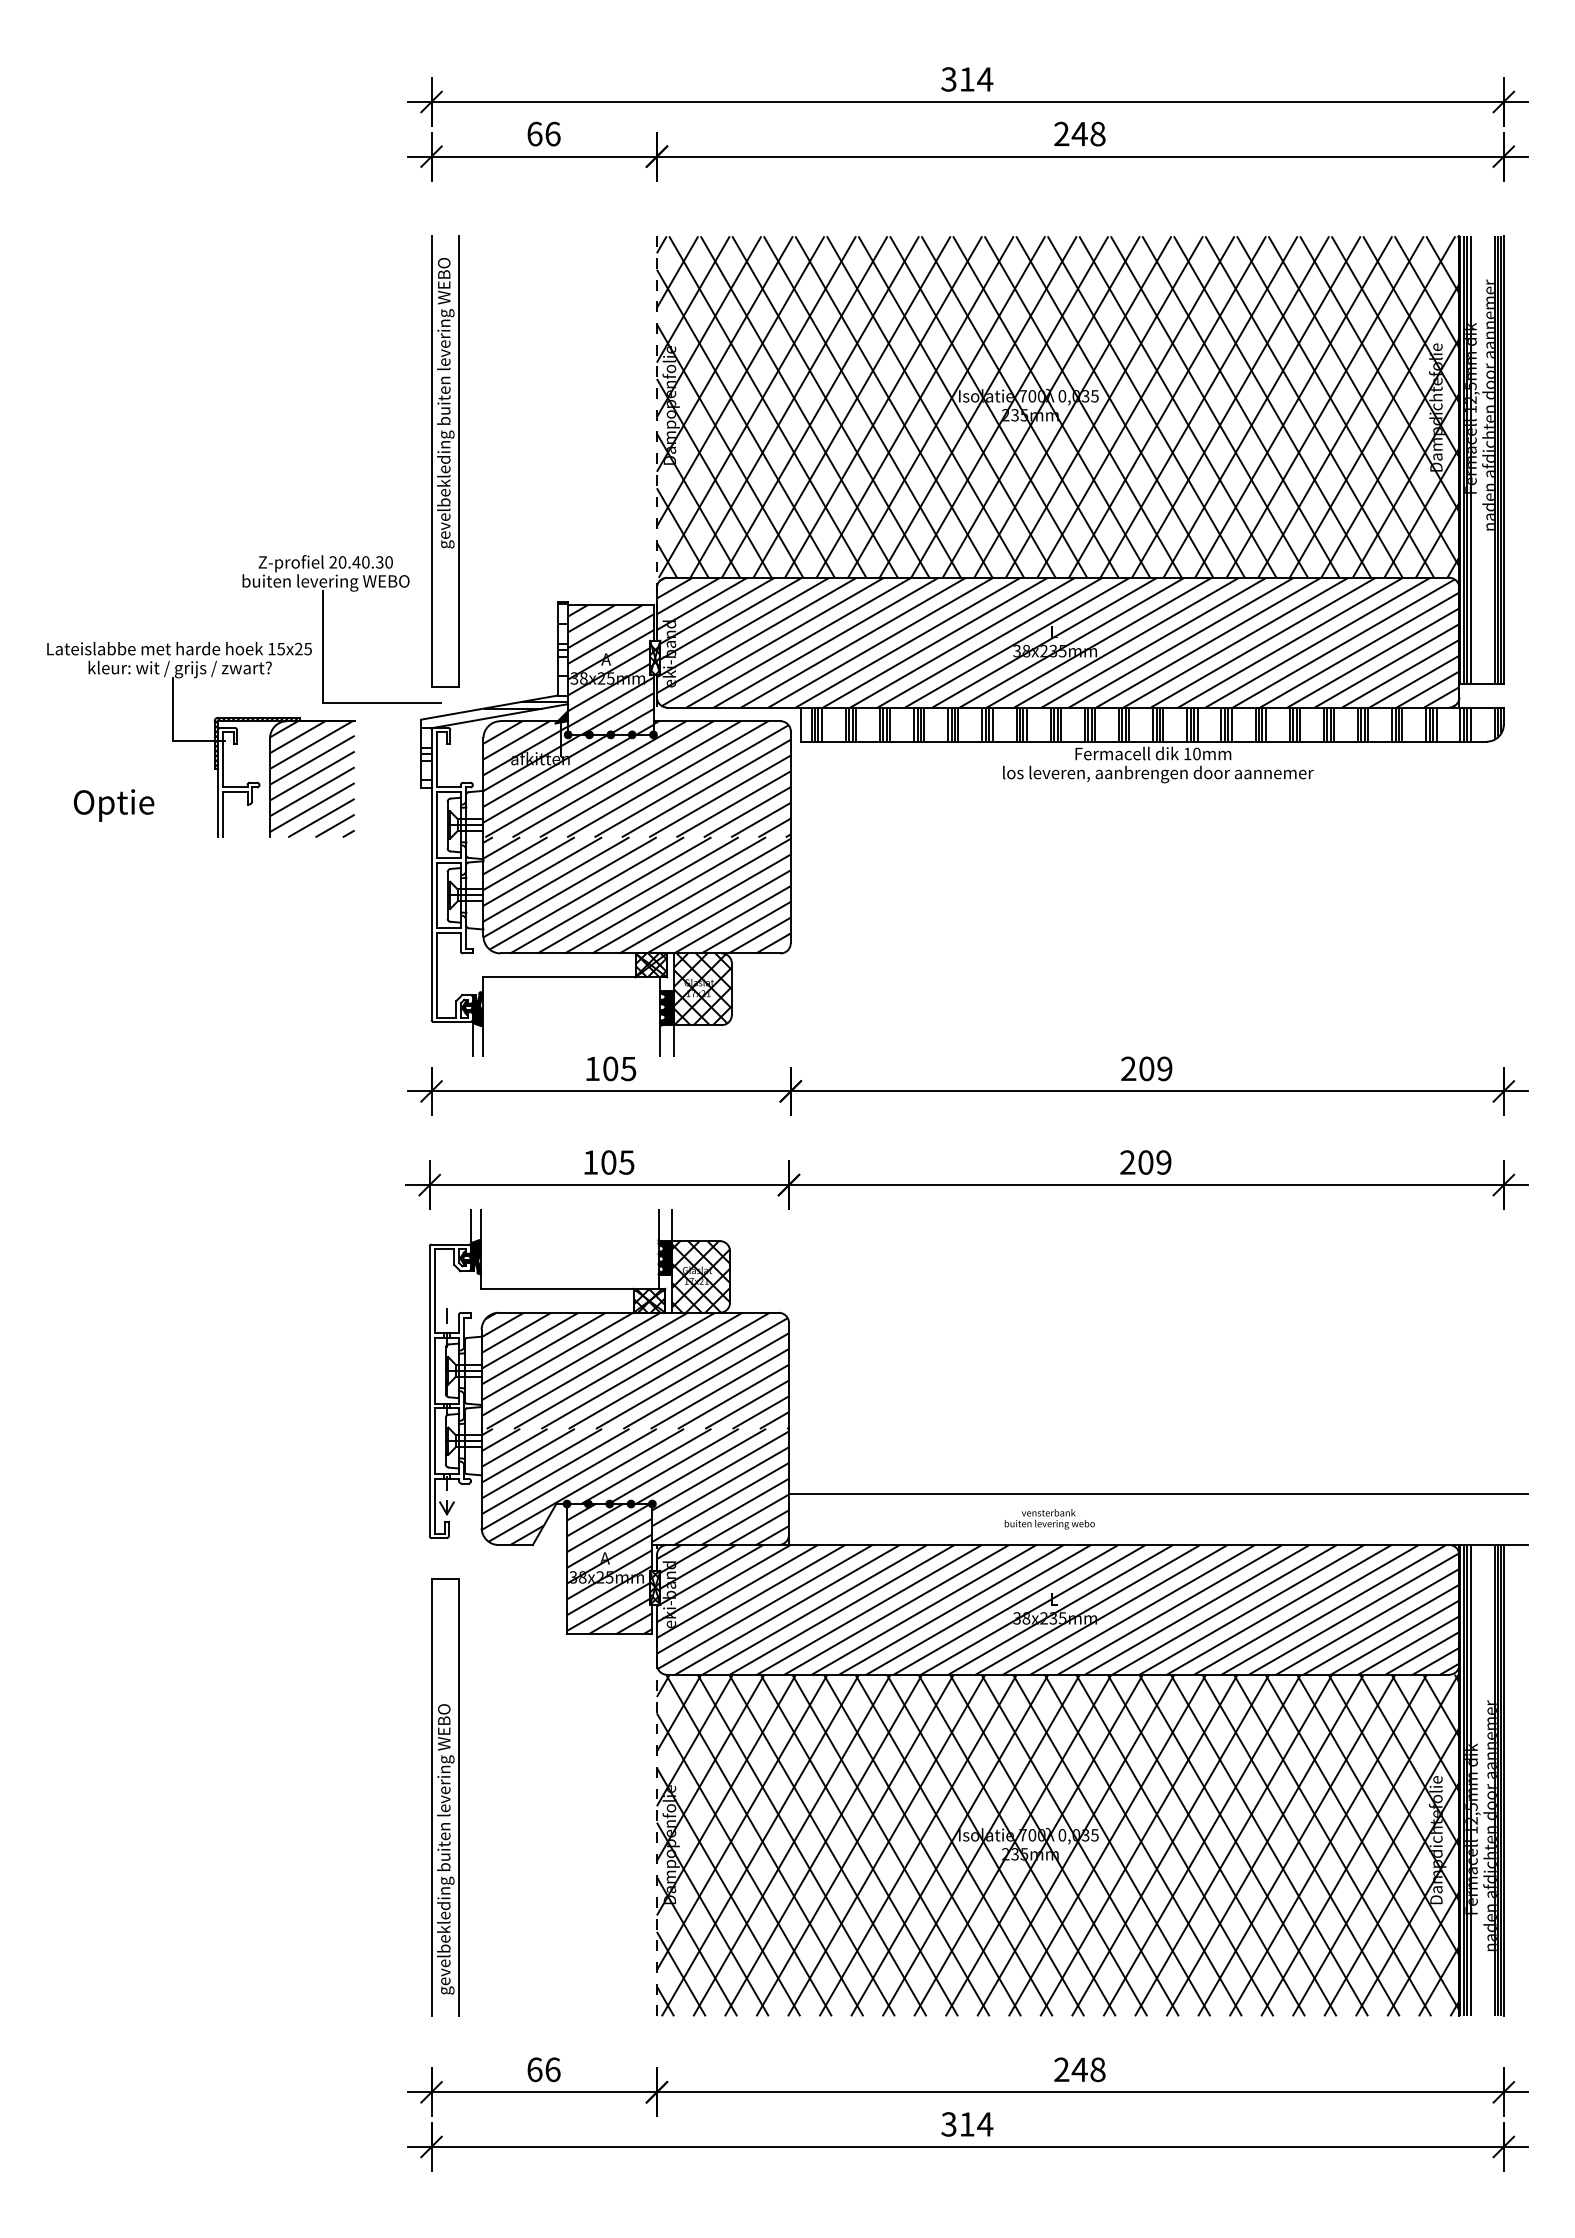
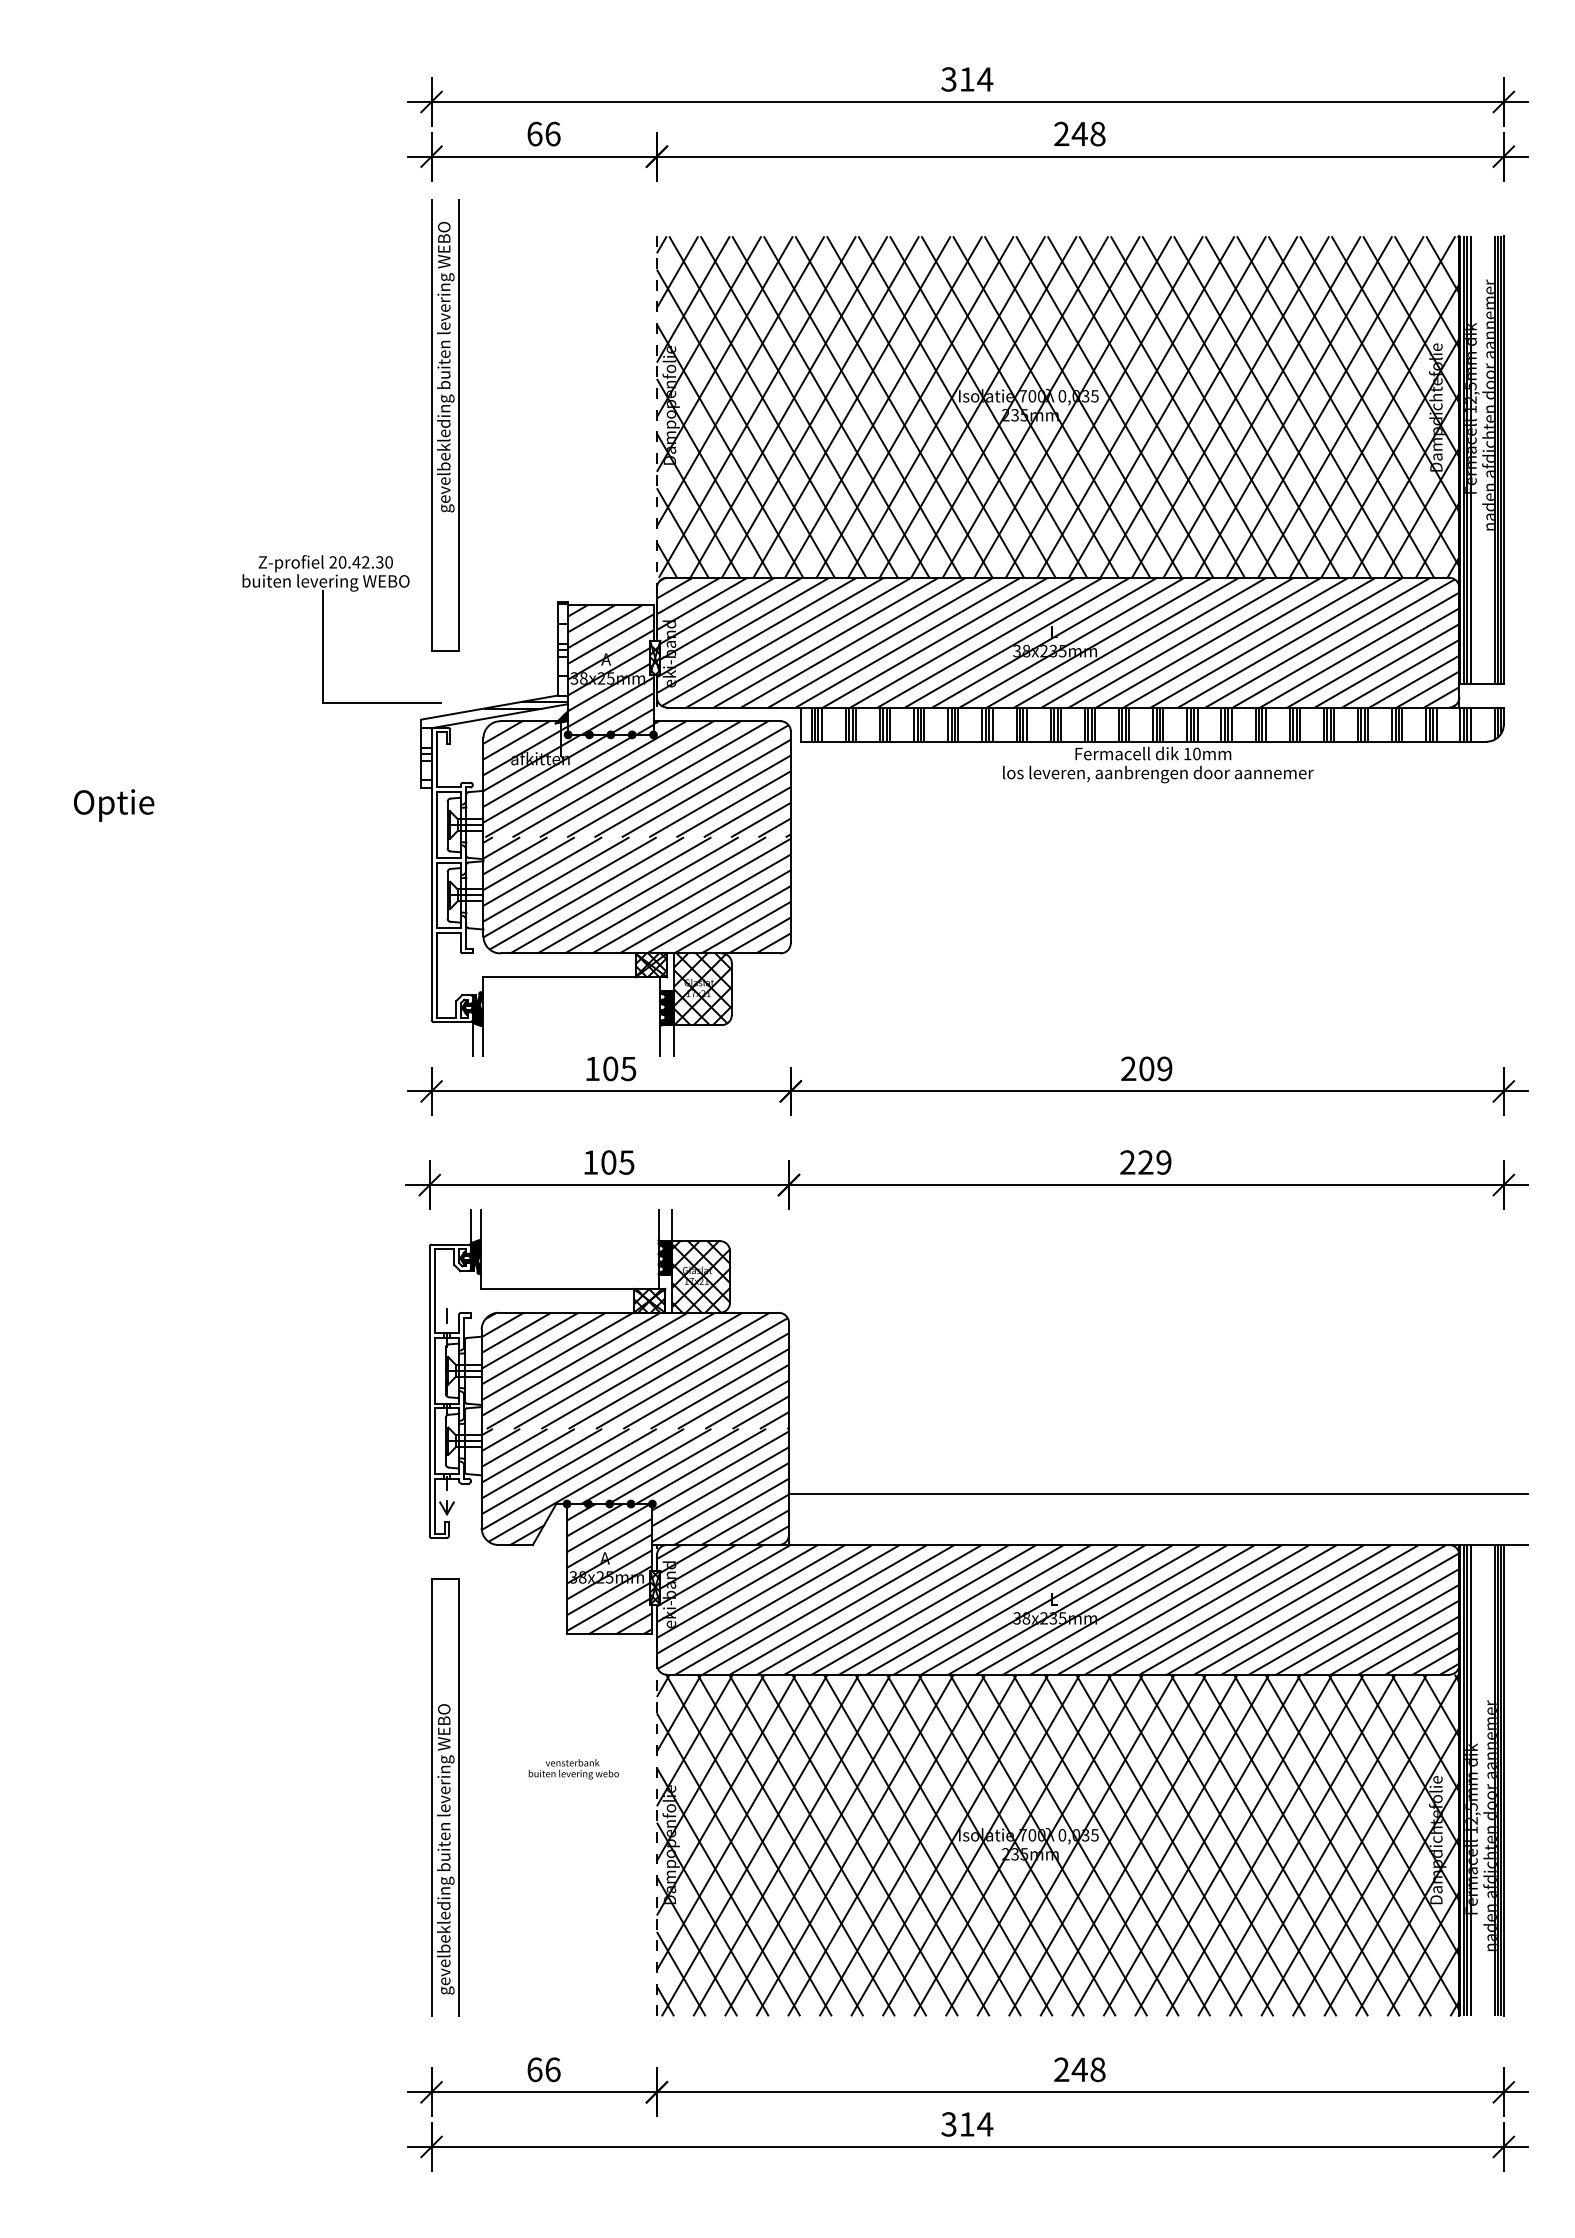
part at (445, 461) position: (445, 461) -> (445, 425)
text at (365, 562): 20.40.30 -> 20.42.30
part at (201, 739): present -> none
text at (1145, 1162): 209 -> 229
text at (1049, 1519) position: (1049, 1519) -> (573, 1769)
